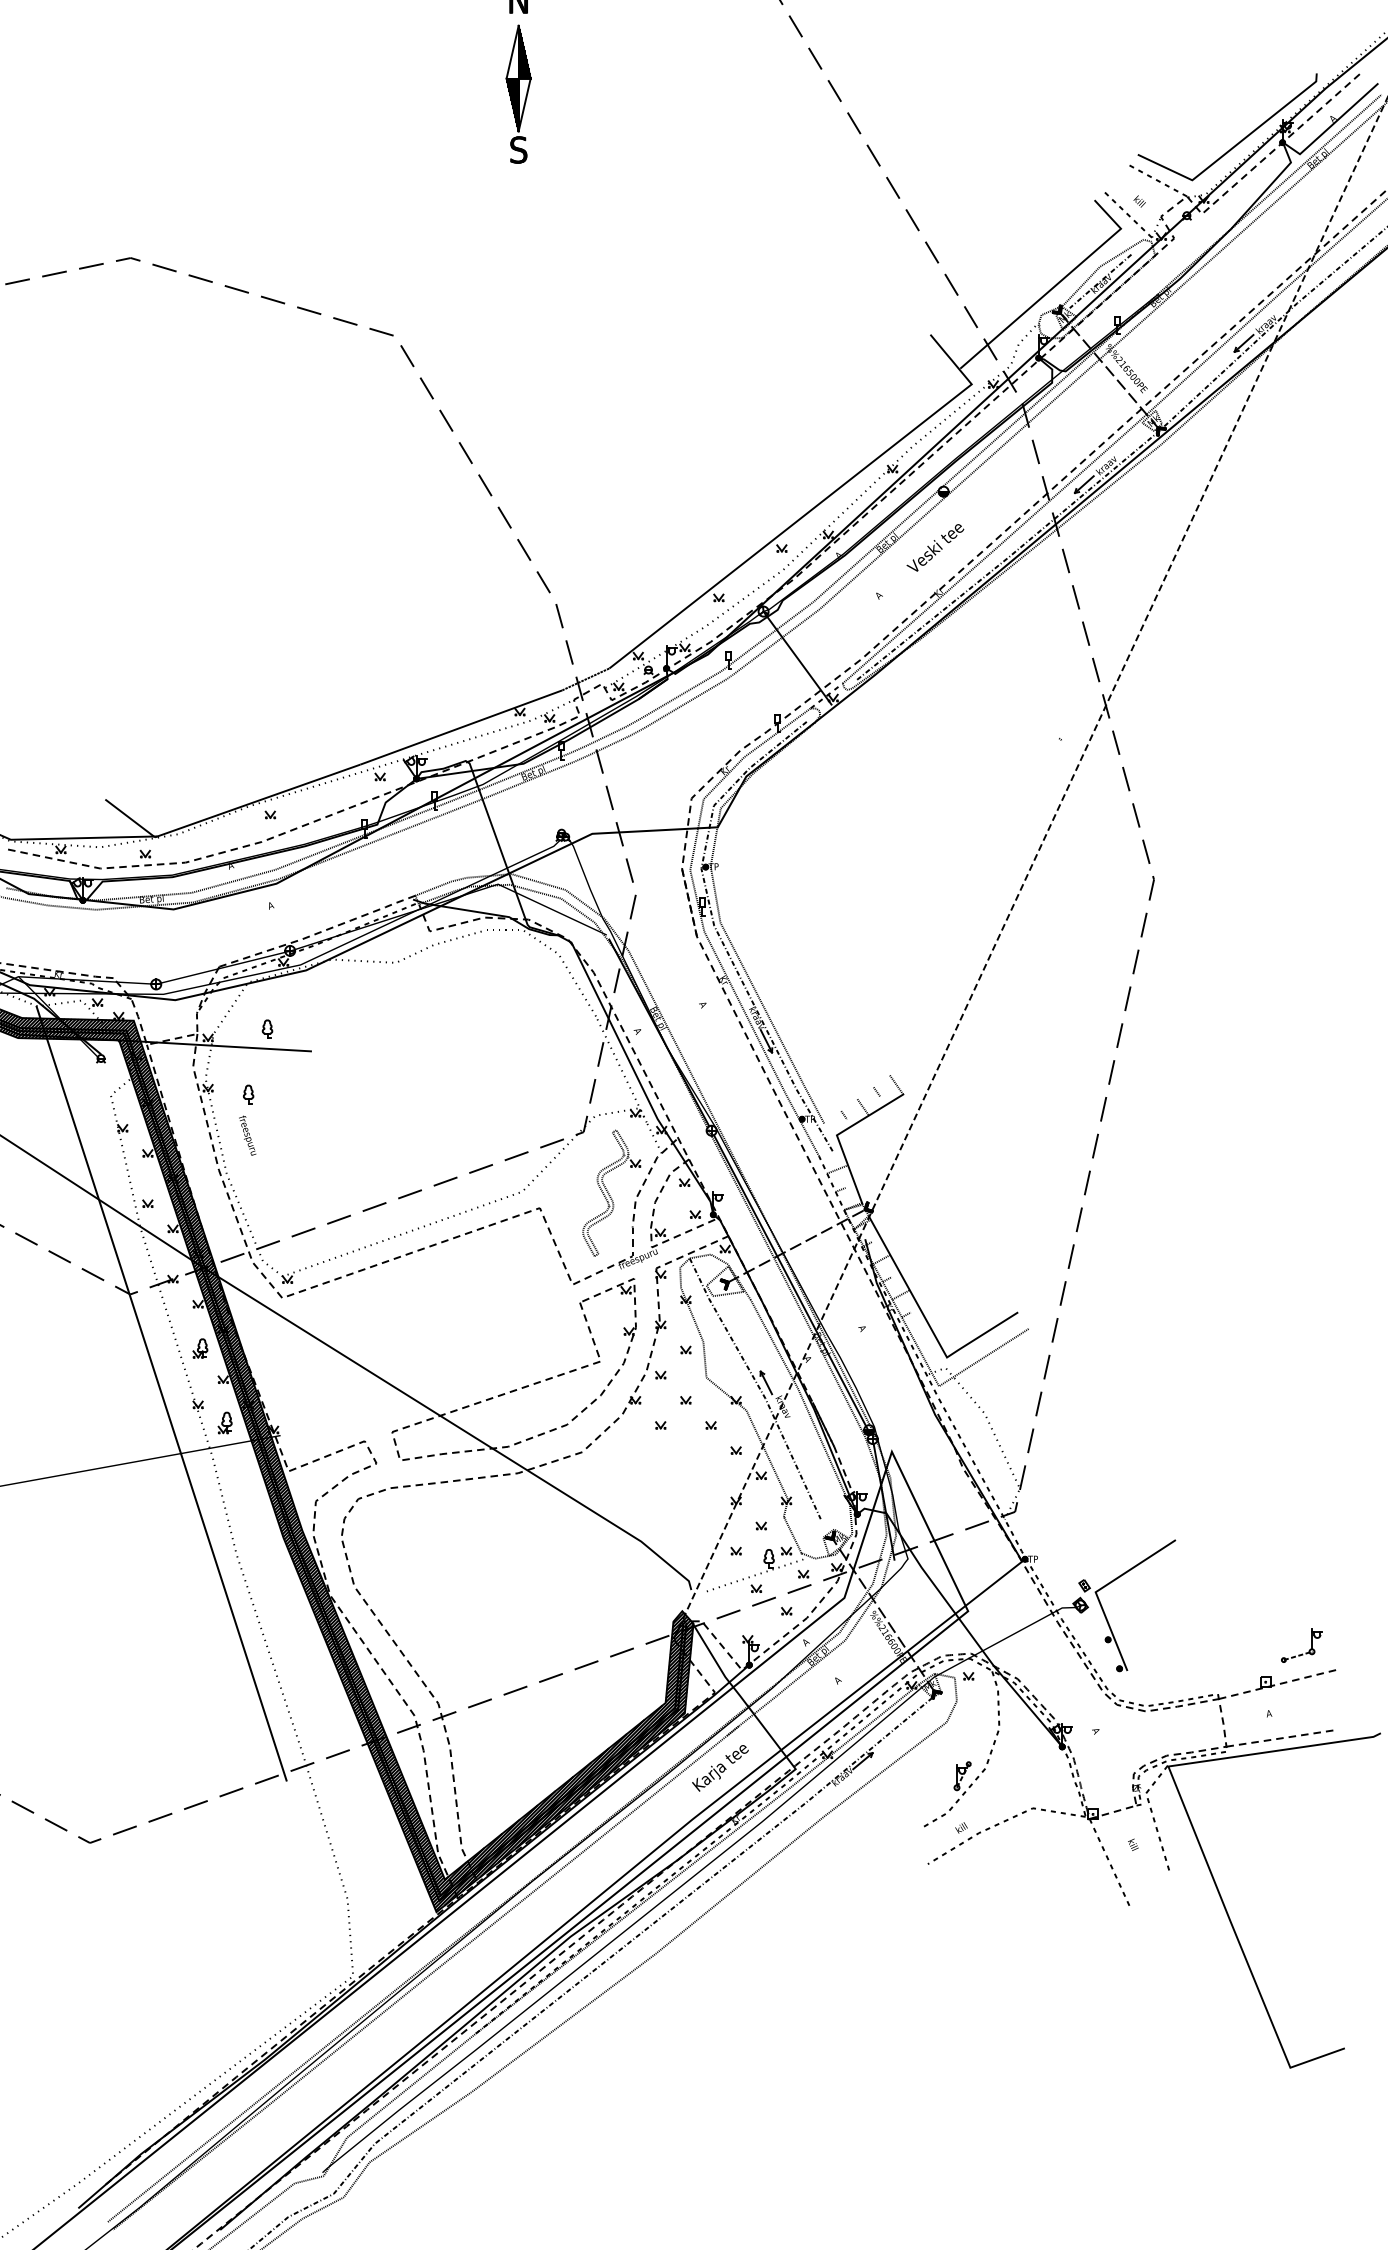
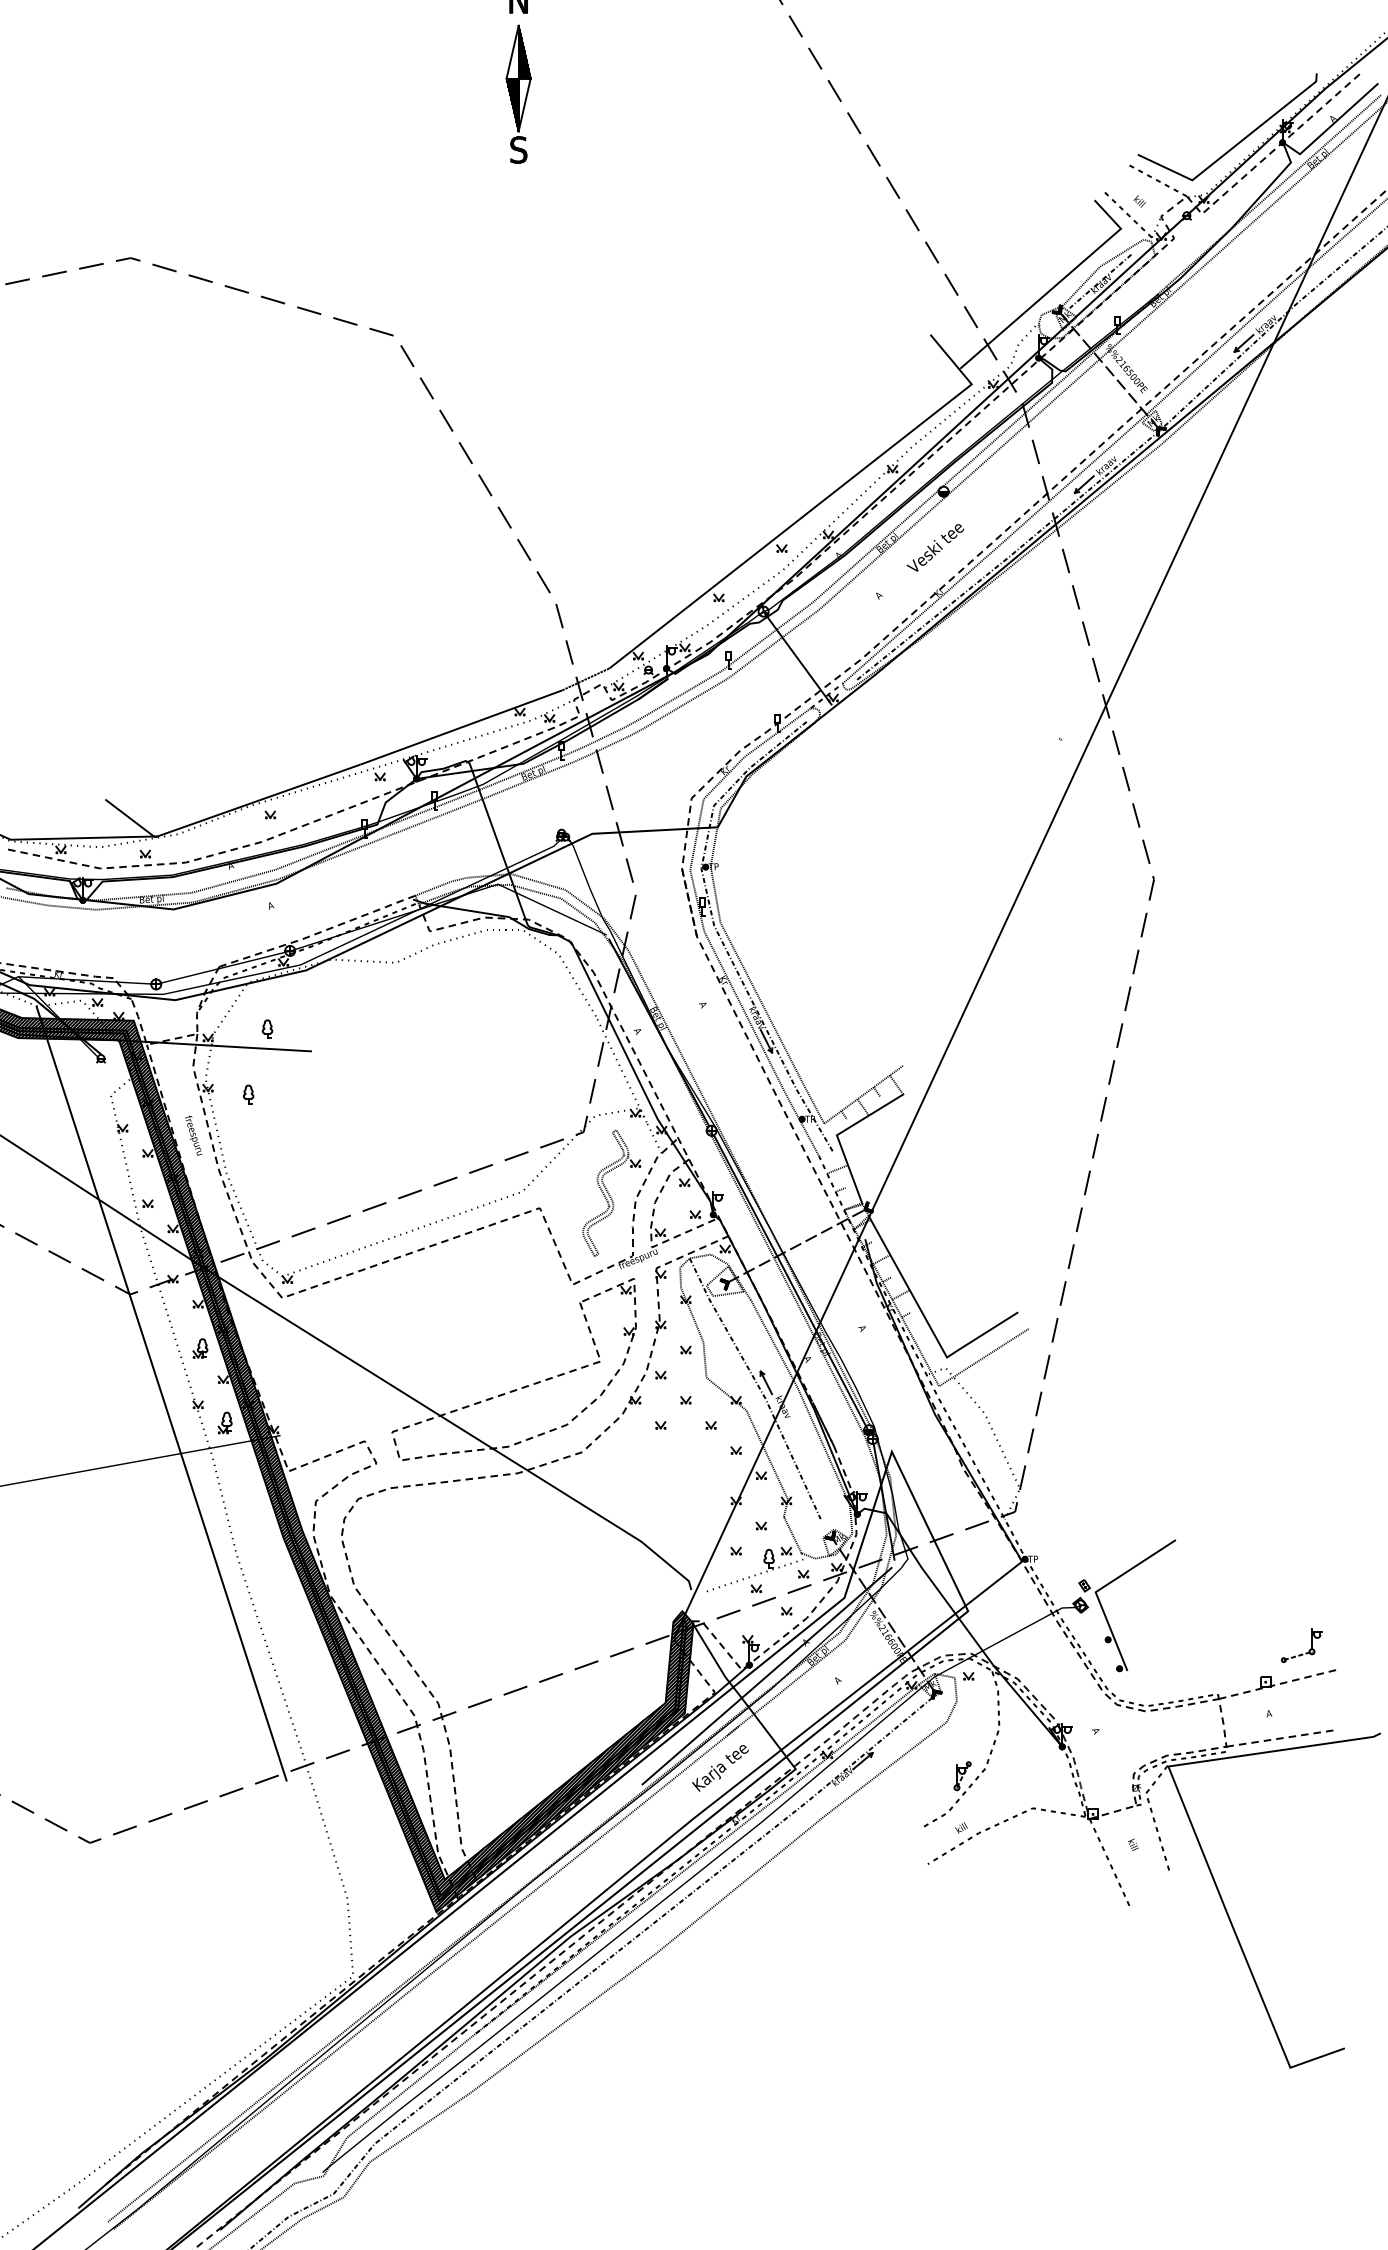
line at (1030, 868): dashed -> solid
line at (863, 1094): none -> present
text at (247, 1135) position: (247, 1135) -> (193, 1135)
line at (766, 1675): none -> present
